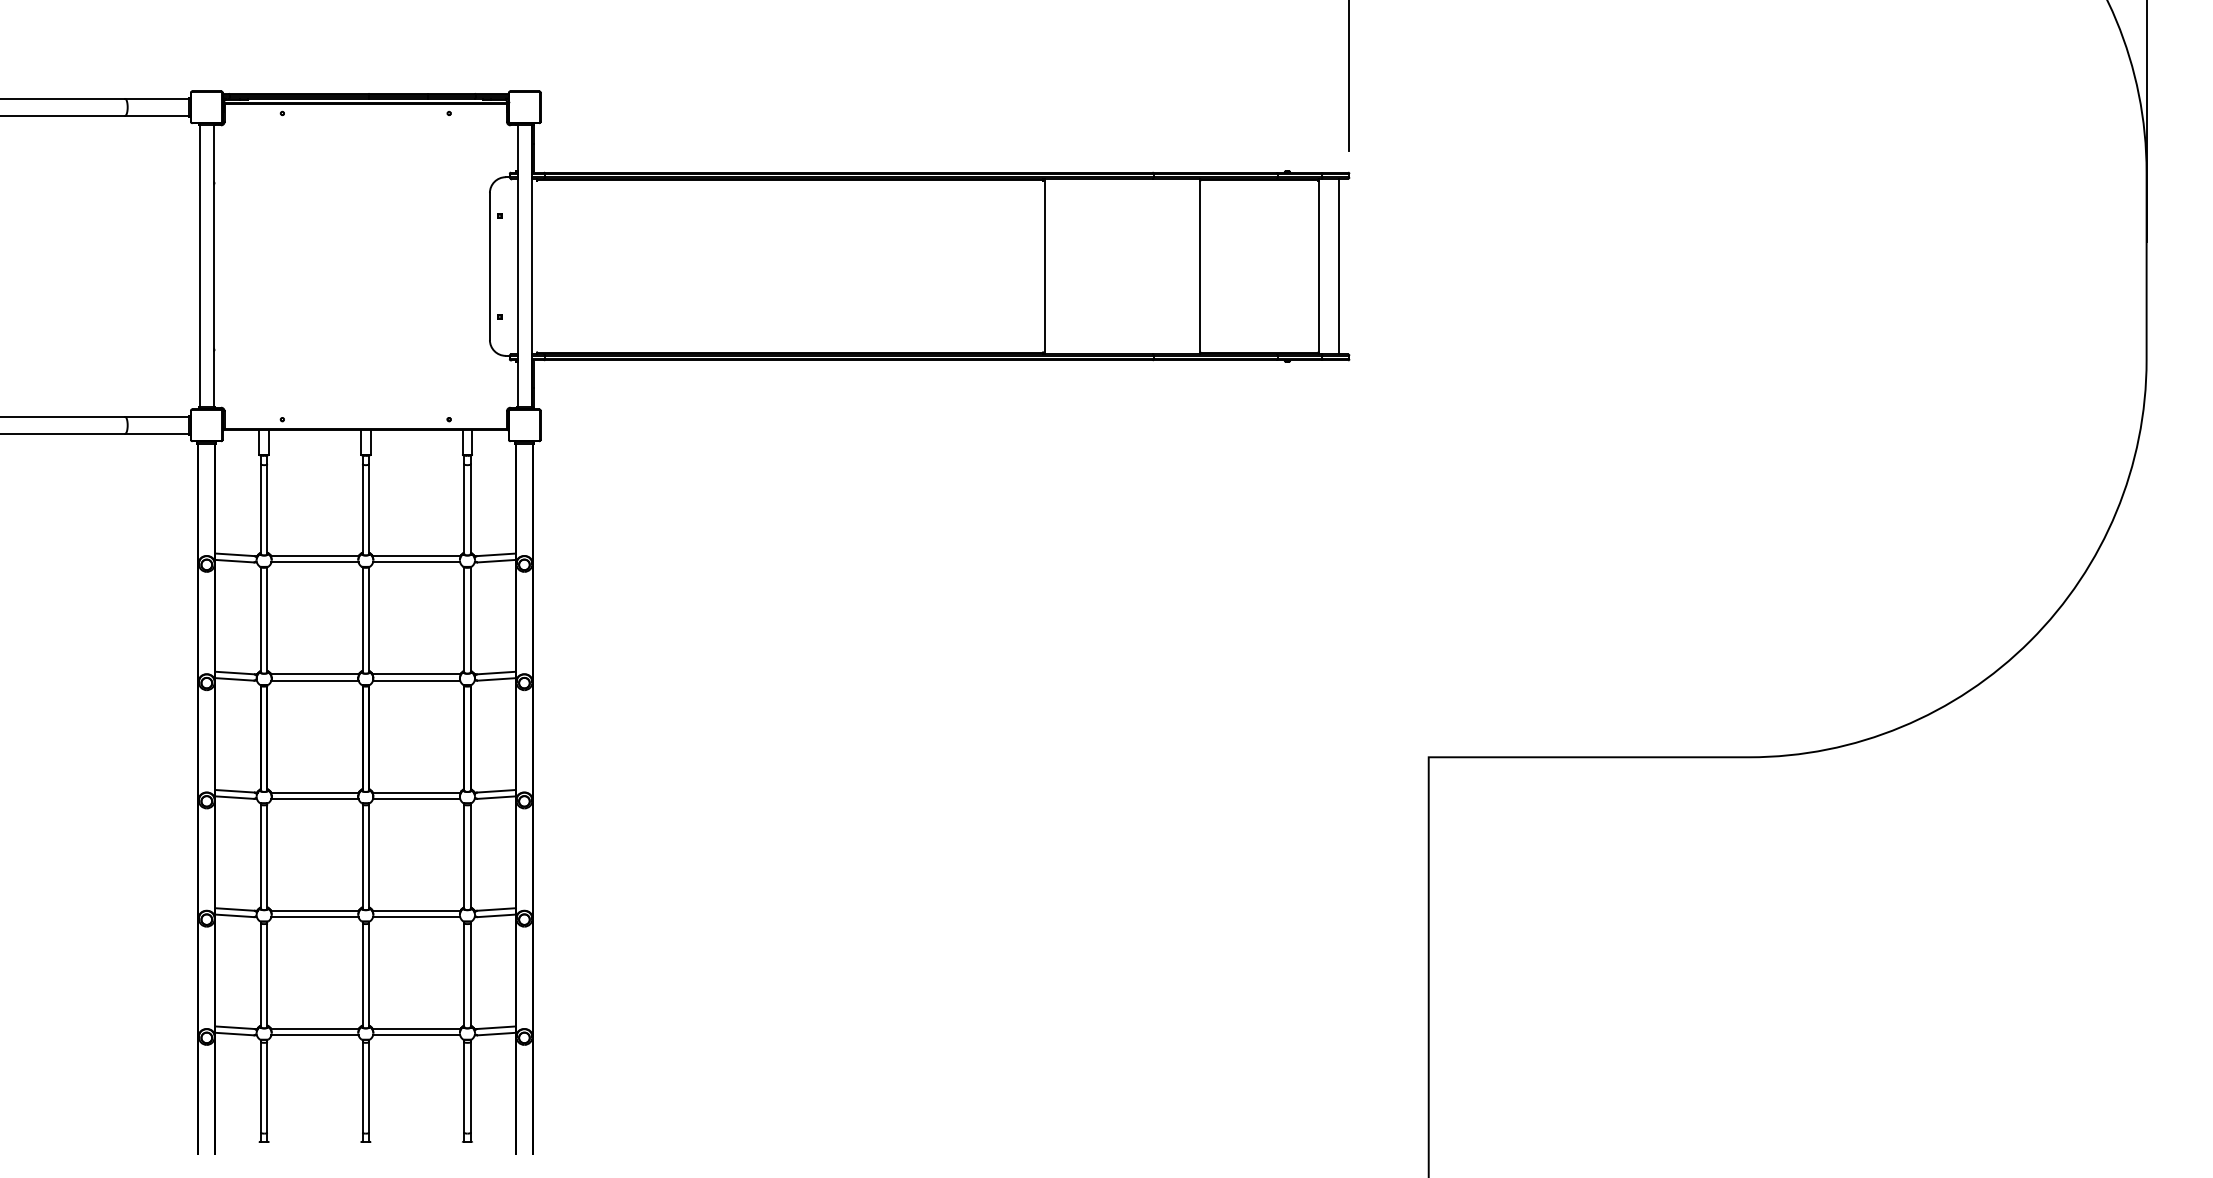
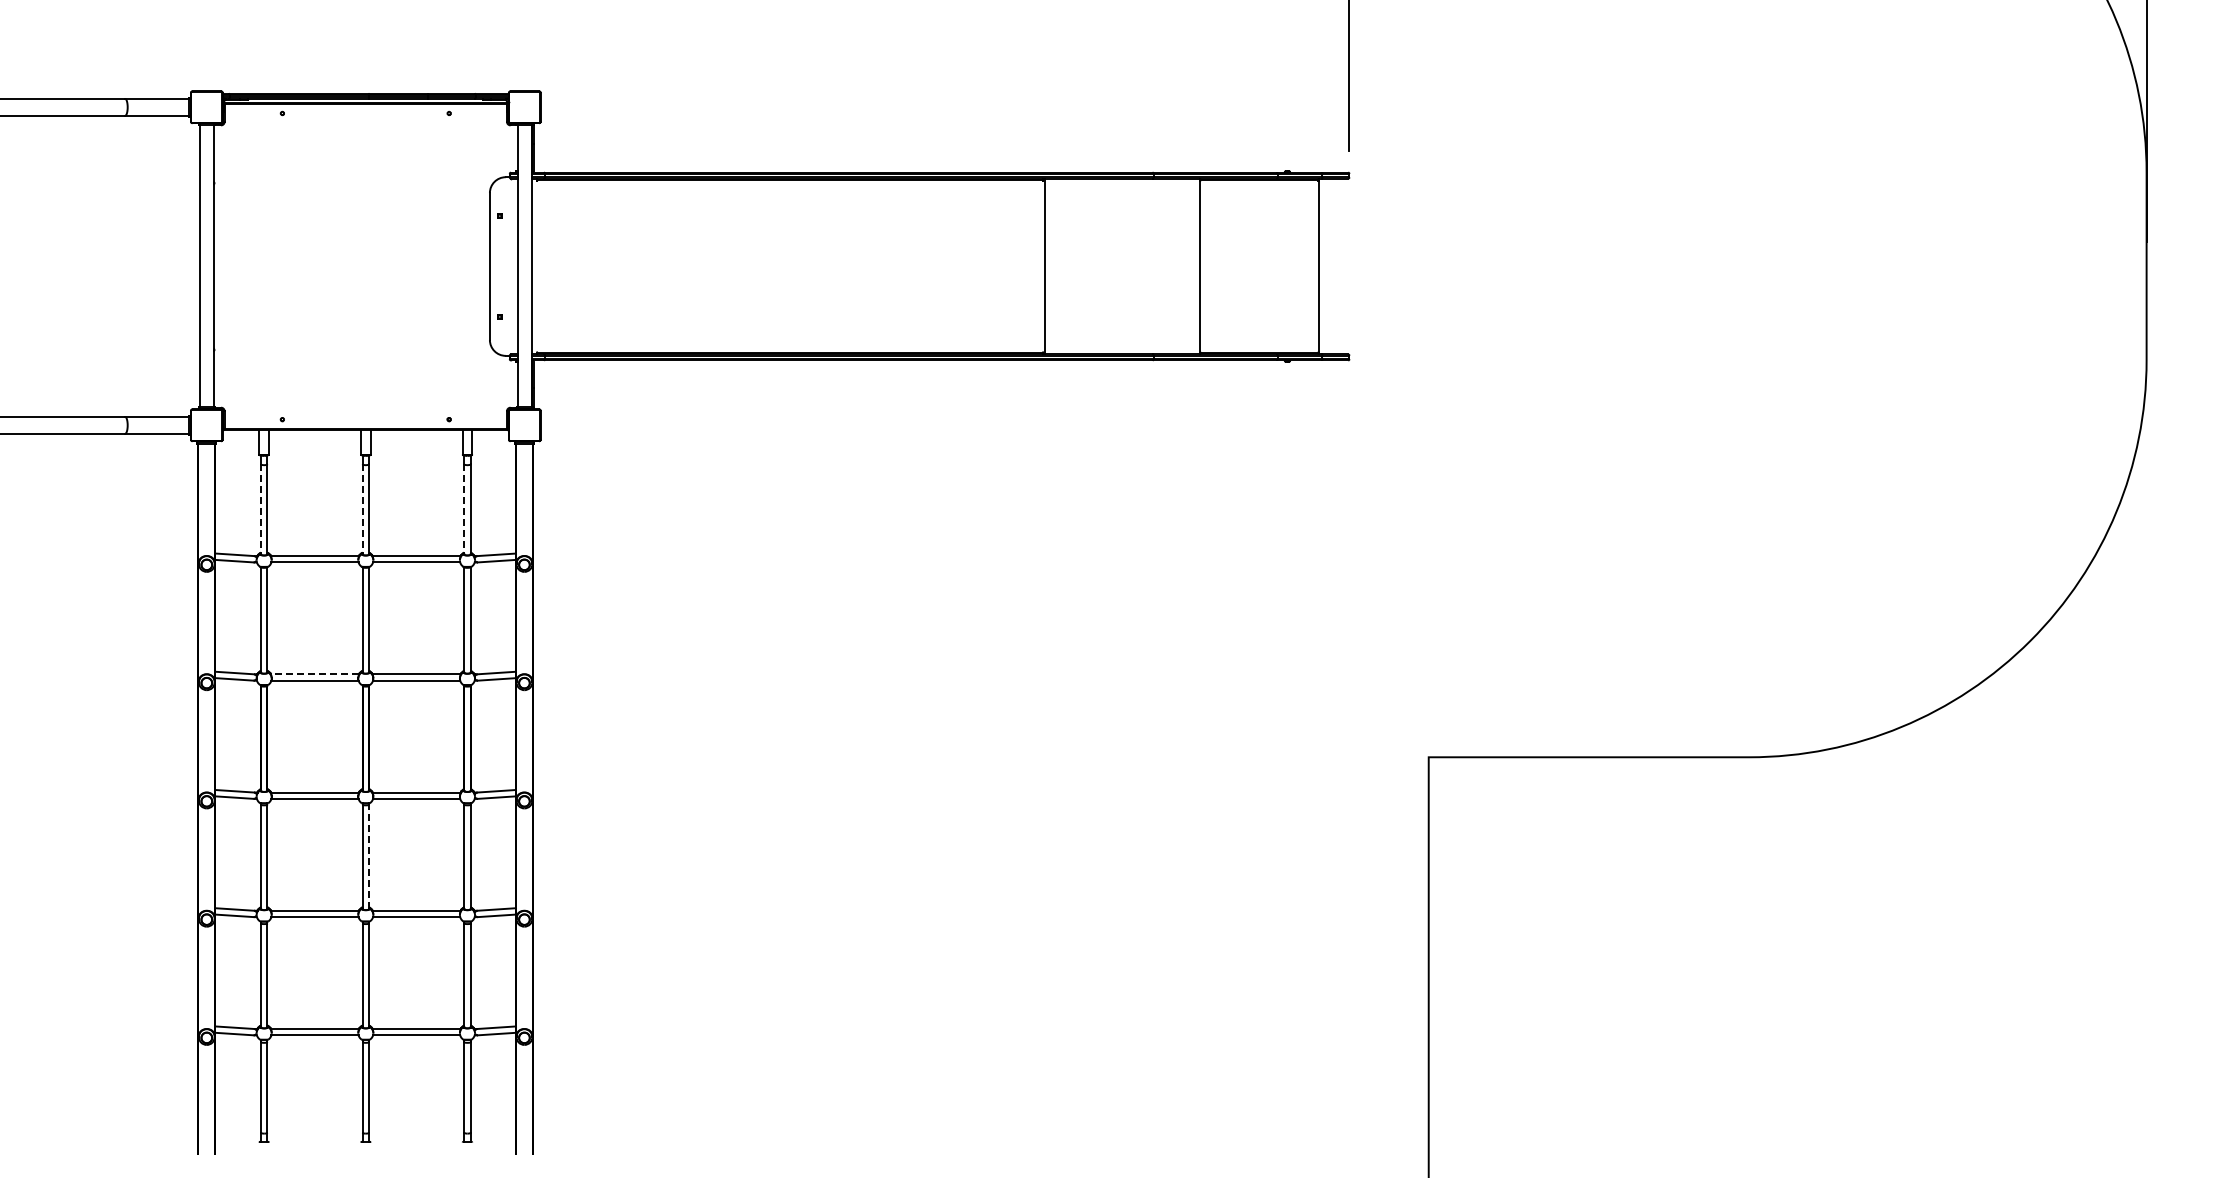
line at (1339, 266): present -> none
line at (261, 510): solid -> dashed
line at (362, 510): solid -> dashed
line at (464, 510): solid -> dashed
line at (314, 674): solid -> dashed
line at (369, 856): solid -> dashed
